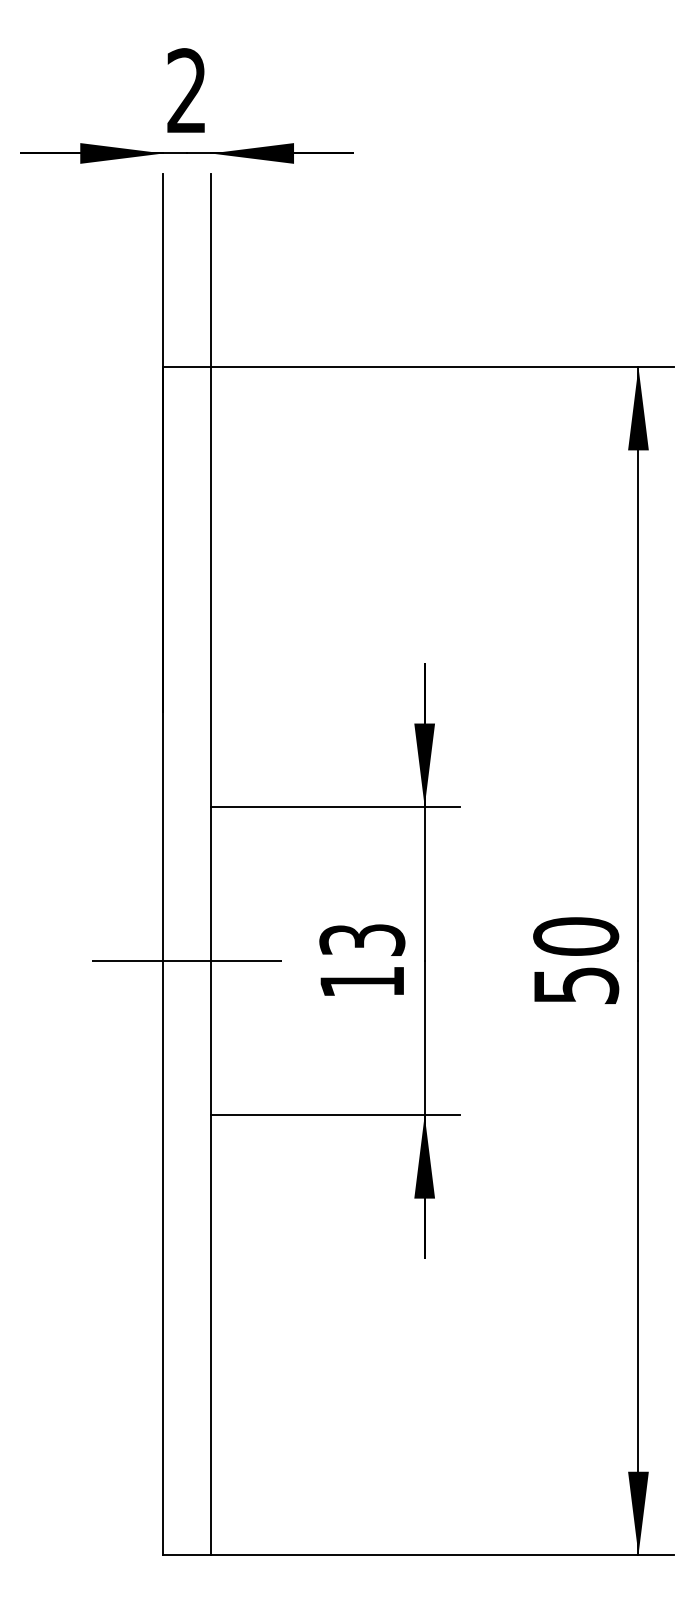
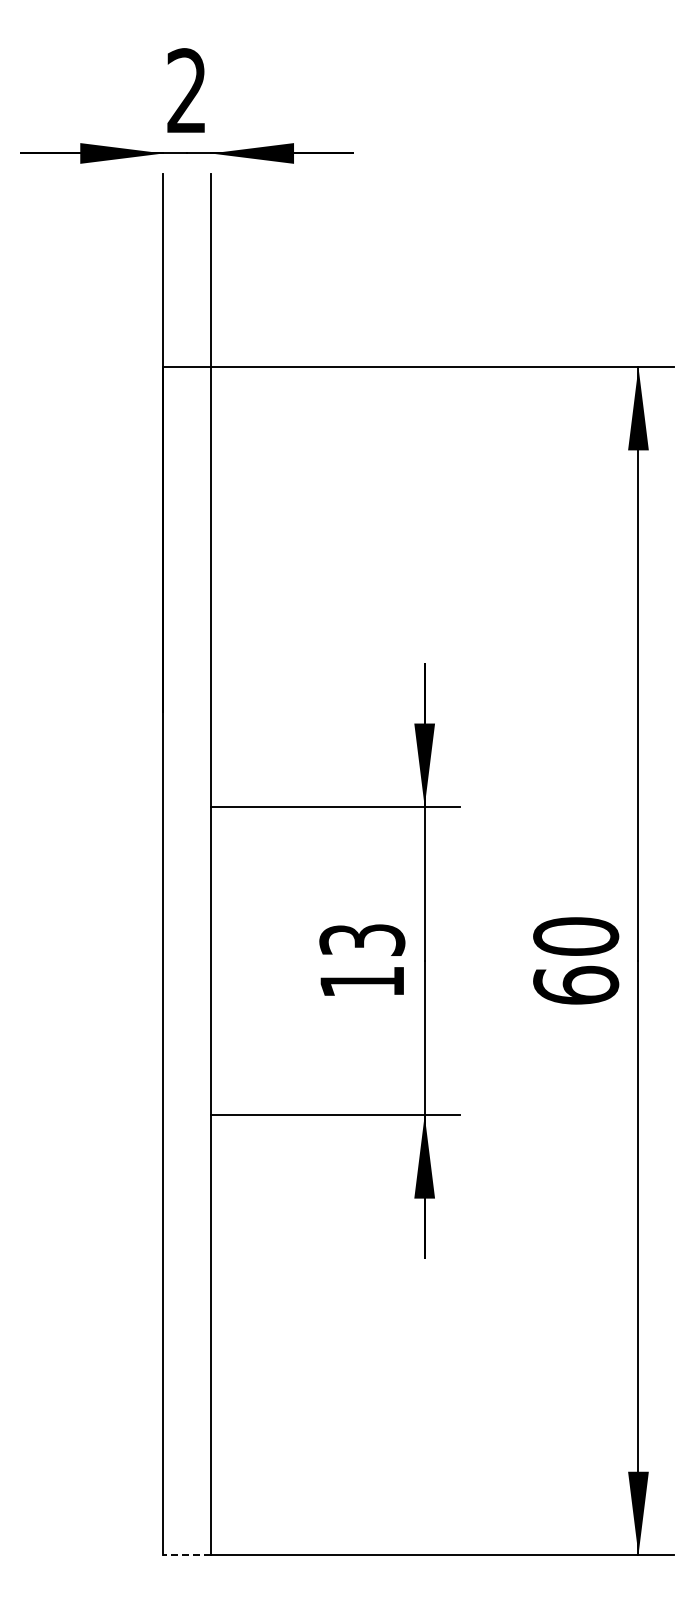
line at (187, 961): present -> none
text at (576, 984): 50 -> 60
line at (187, 1554): solid -> dashed
